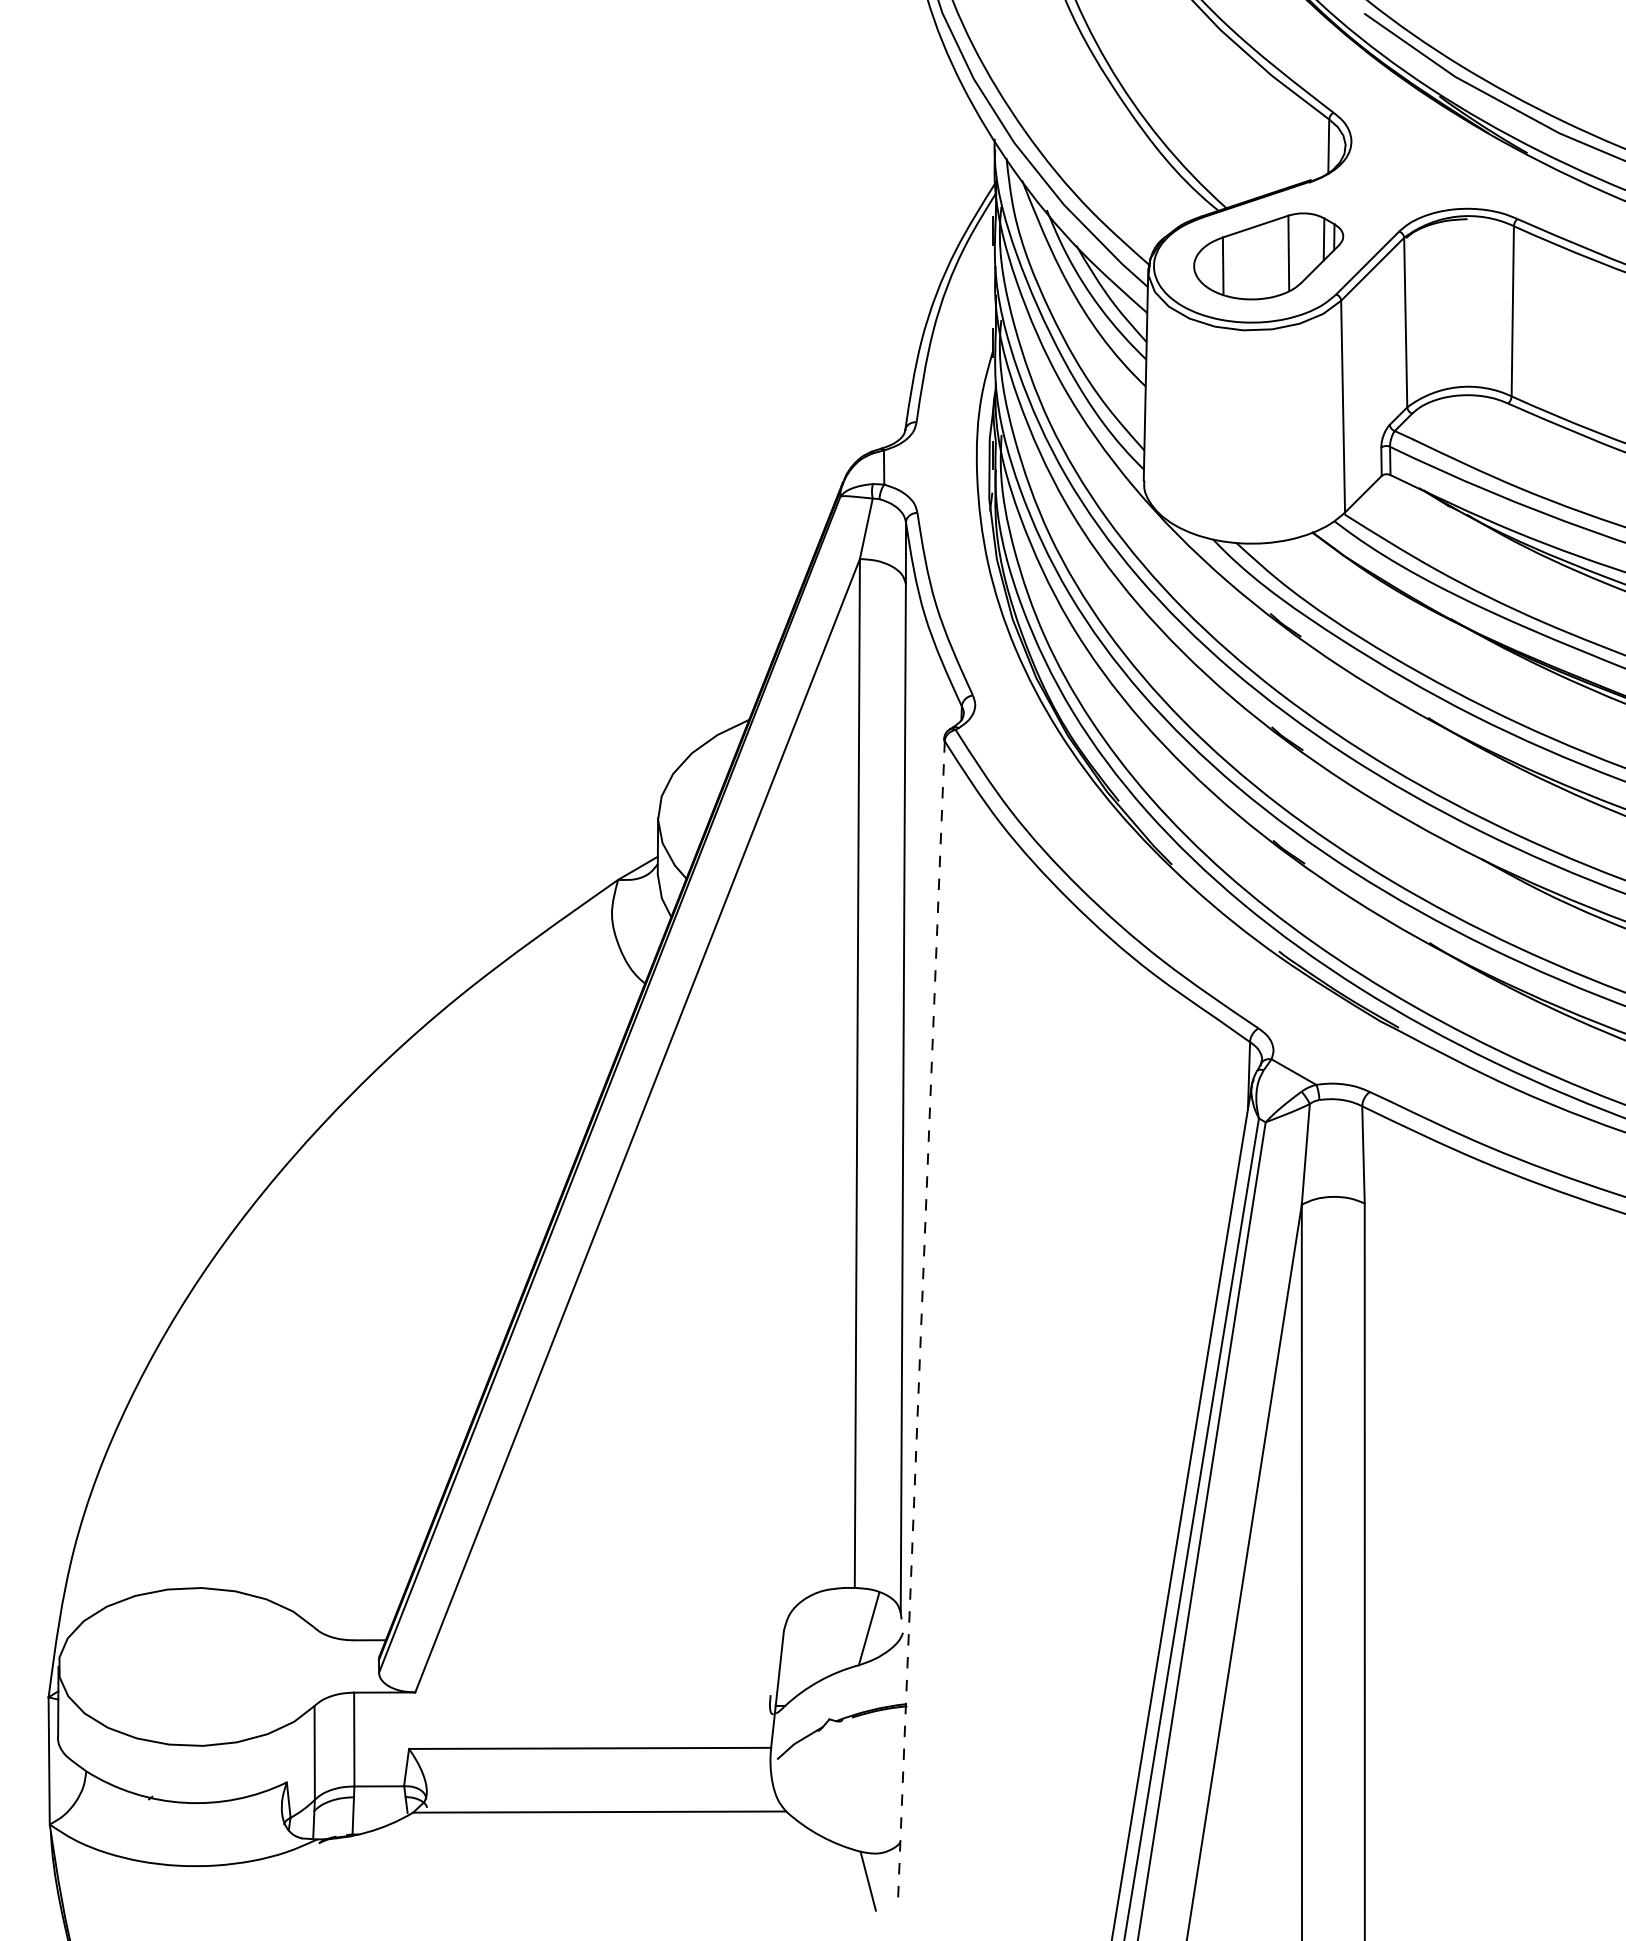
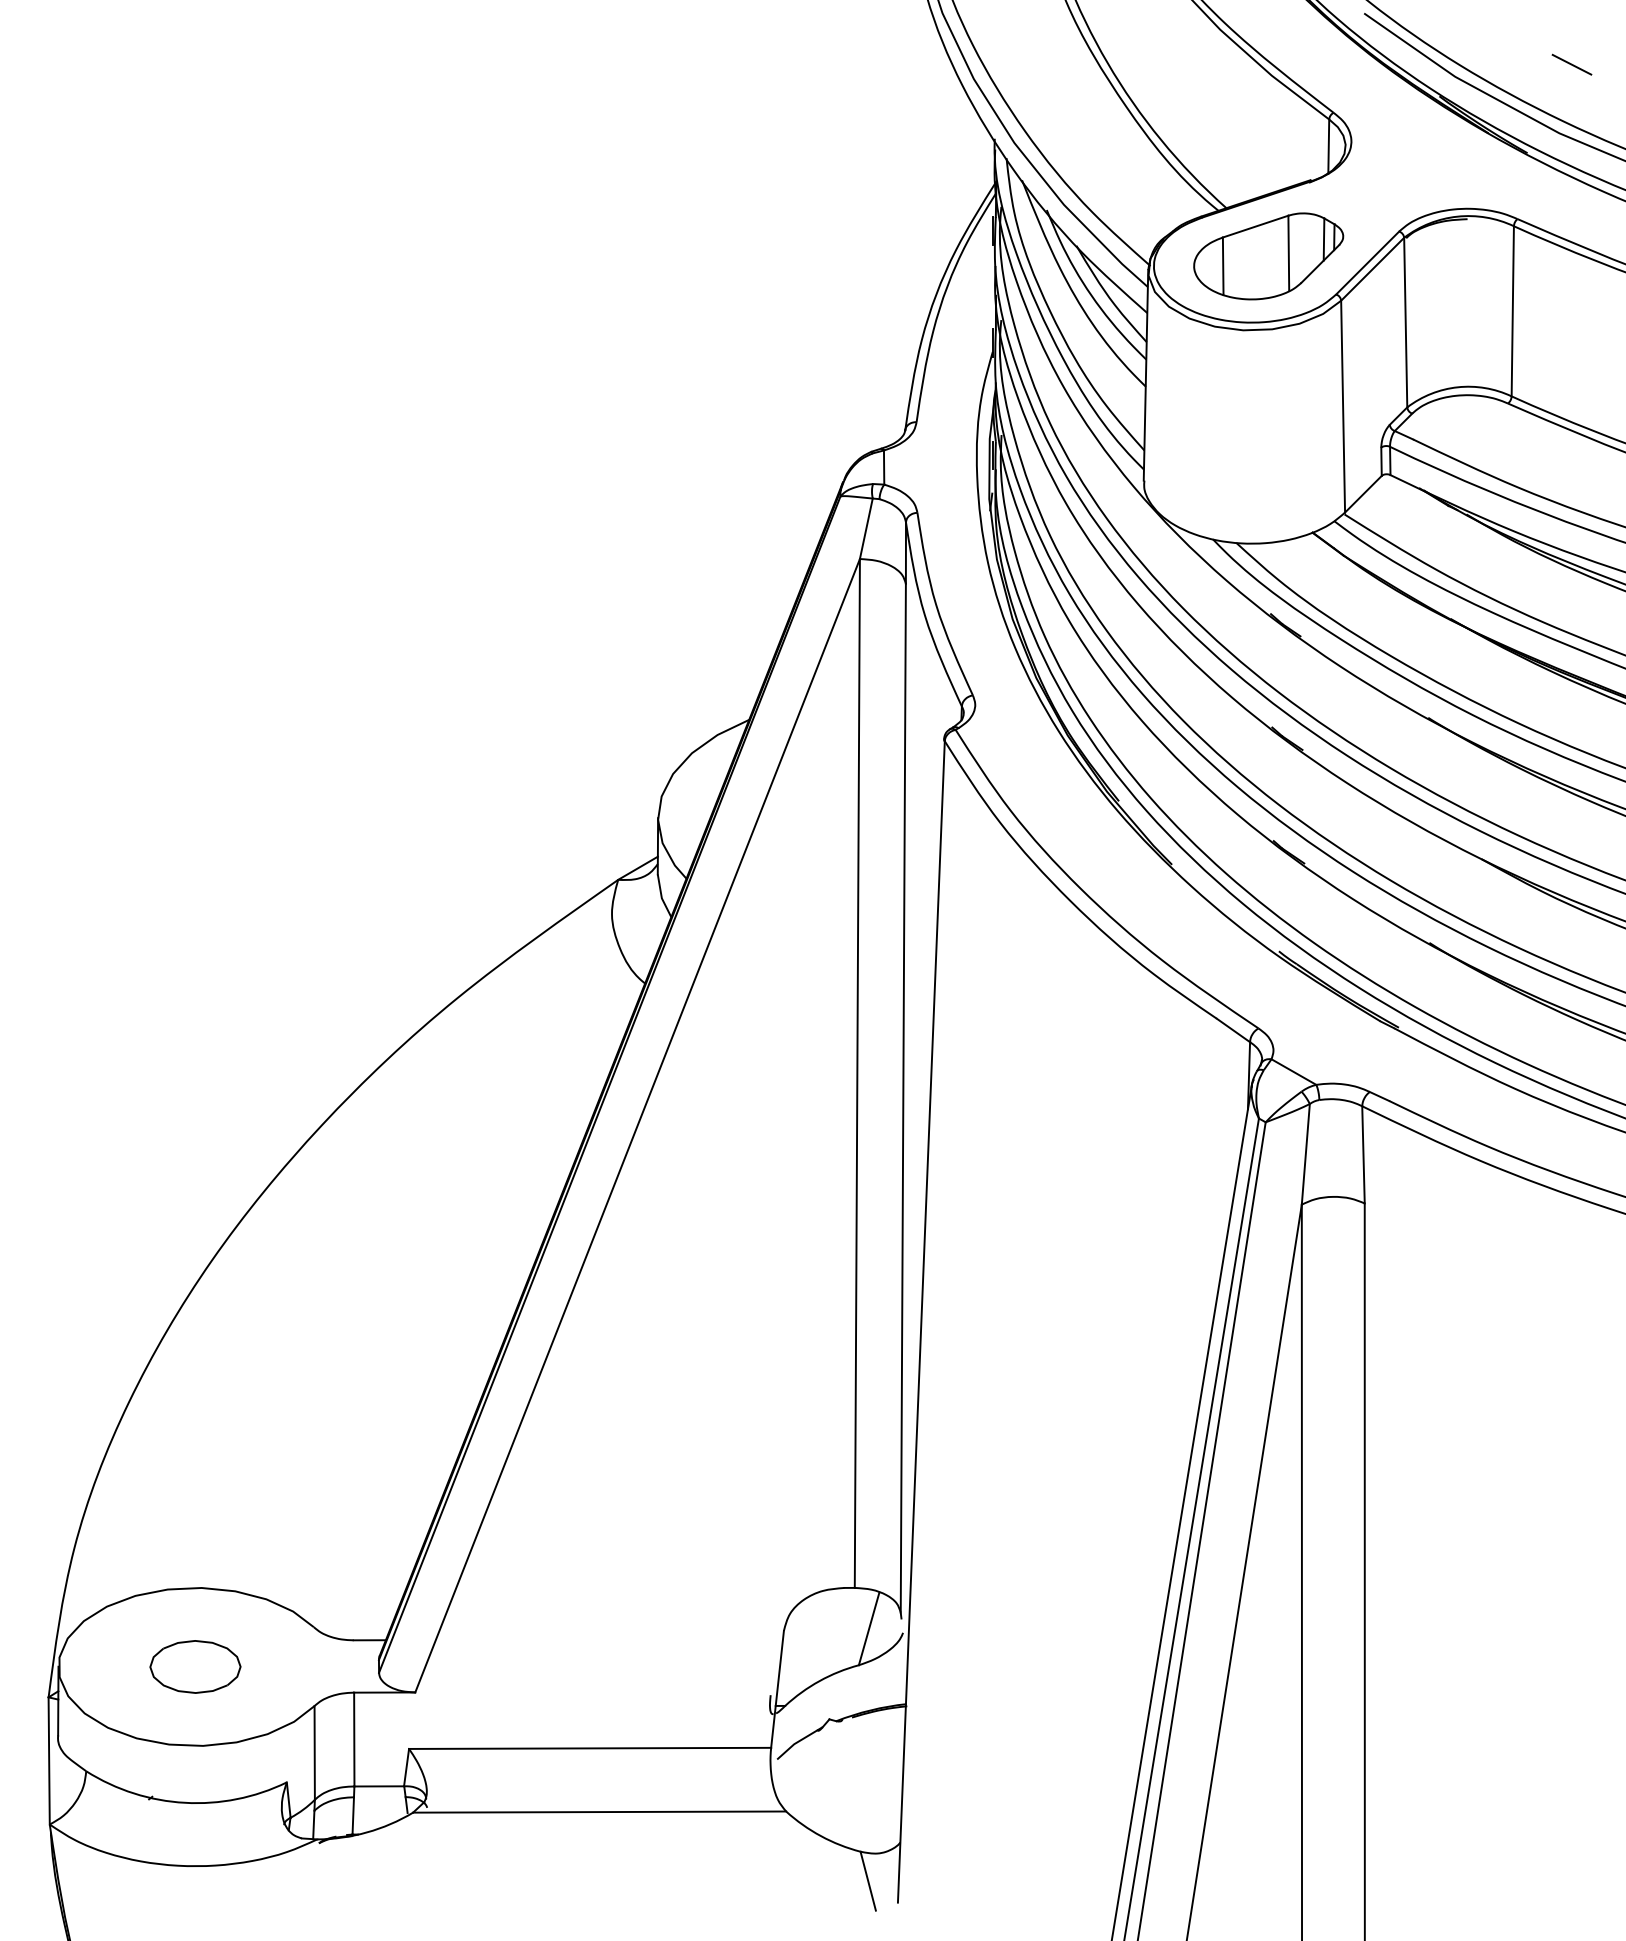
line at (1571, 64): none -> present
line at (921, 1322): dashed -> solid
part at (195, 1666): none -> present
